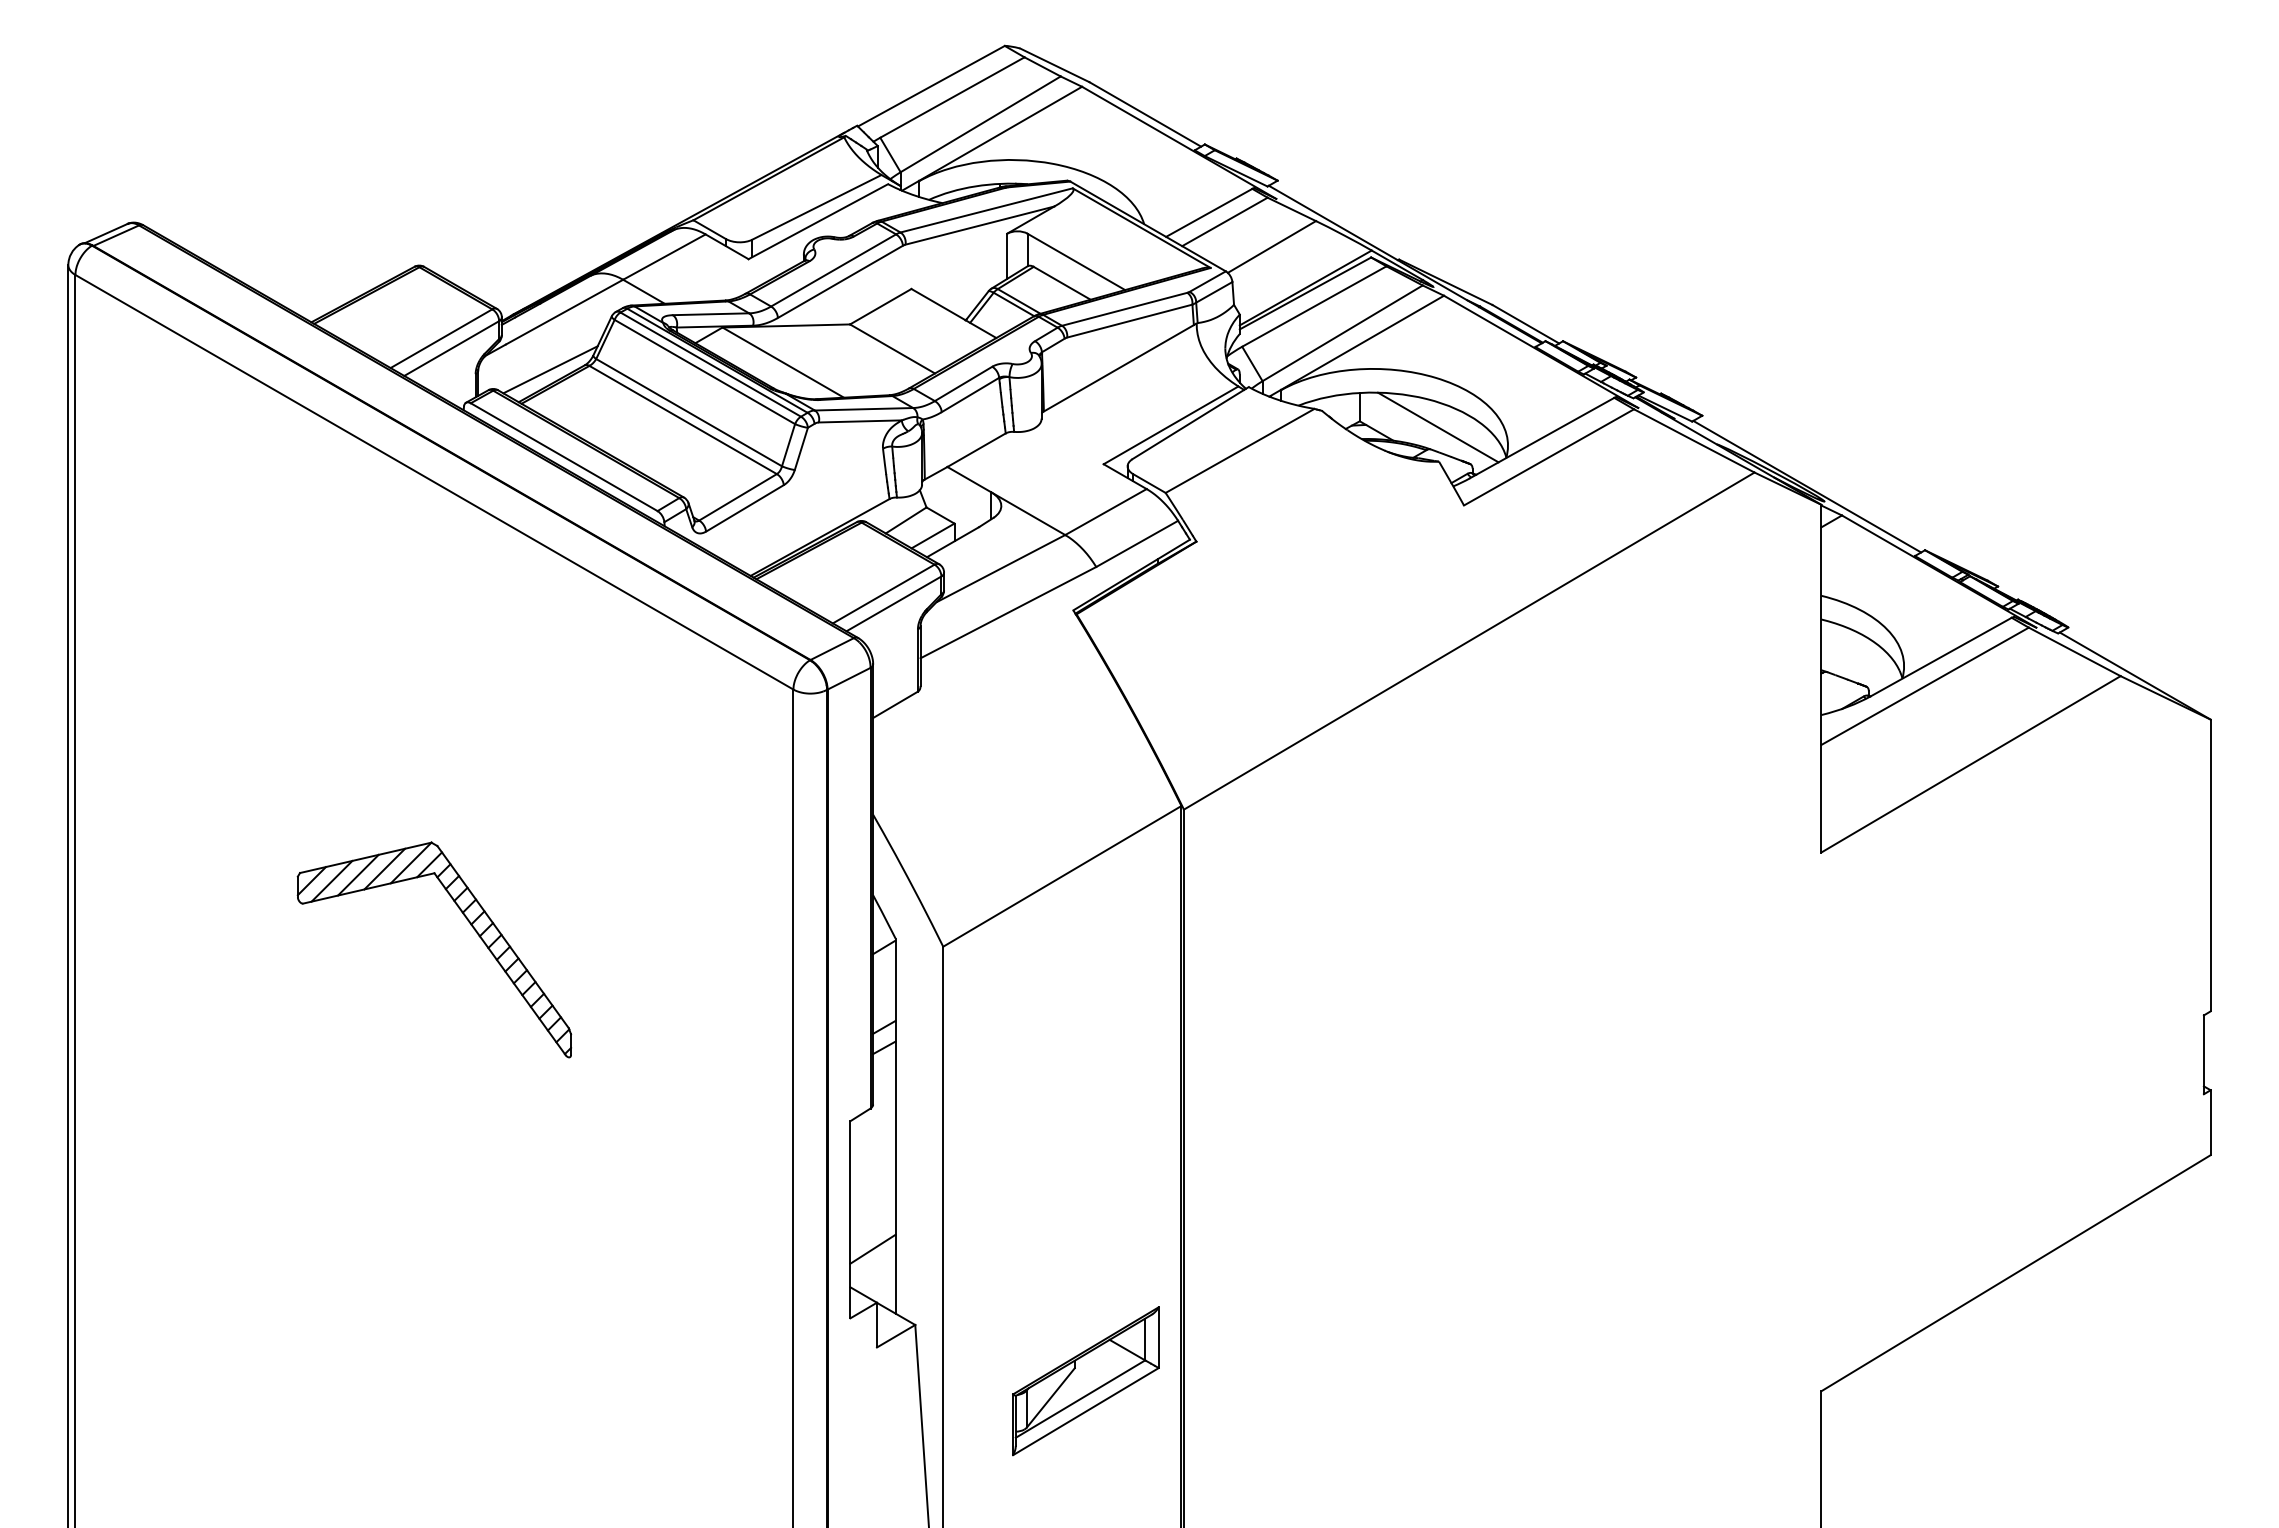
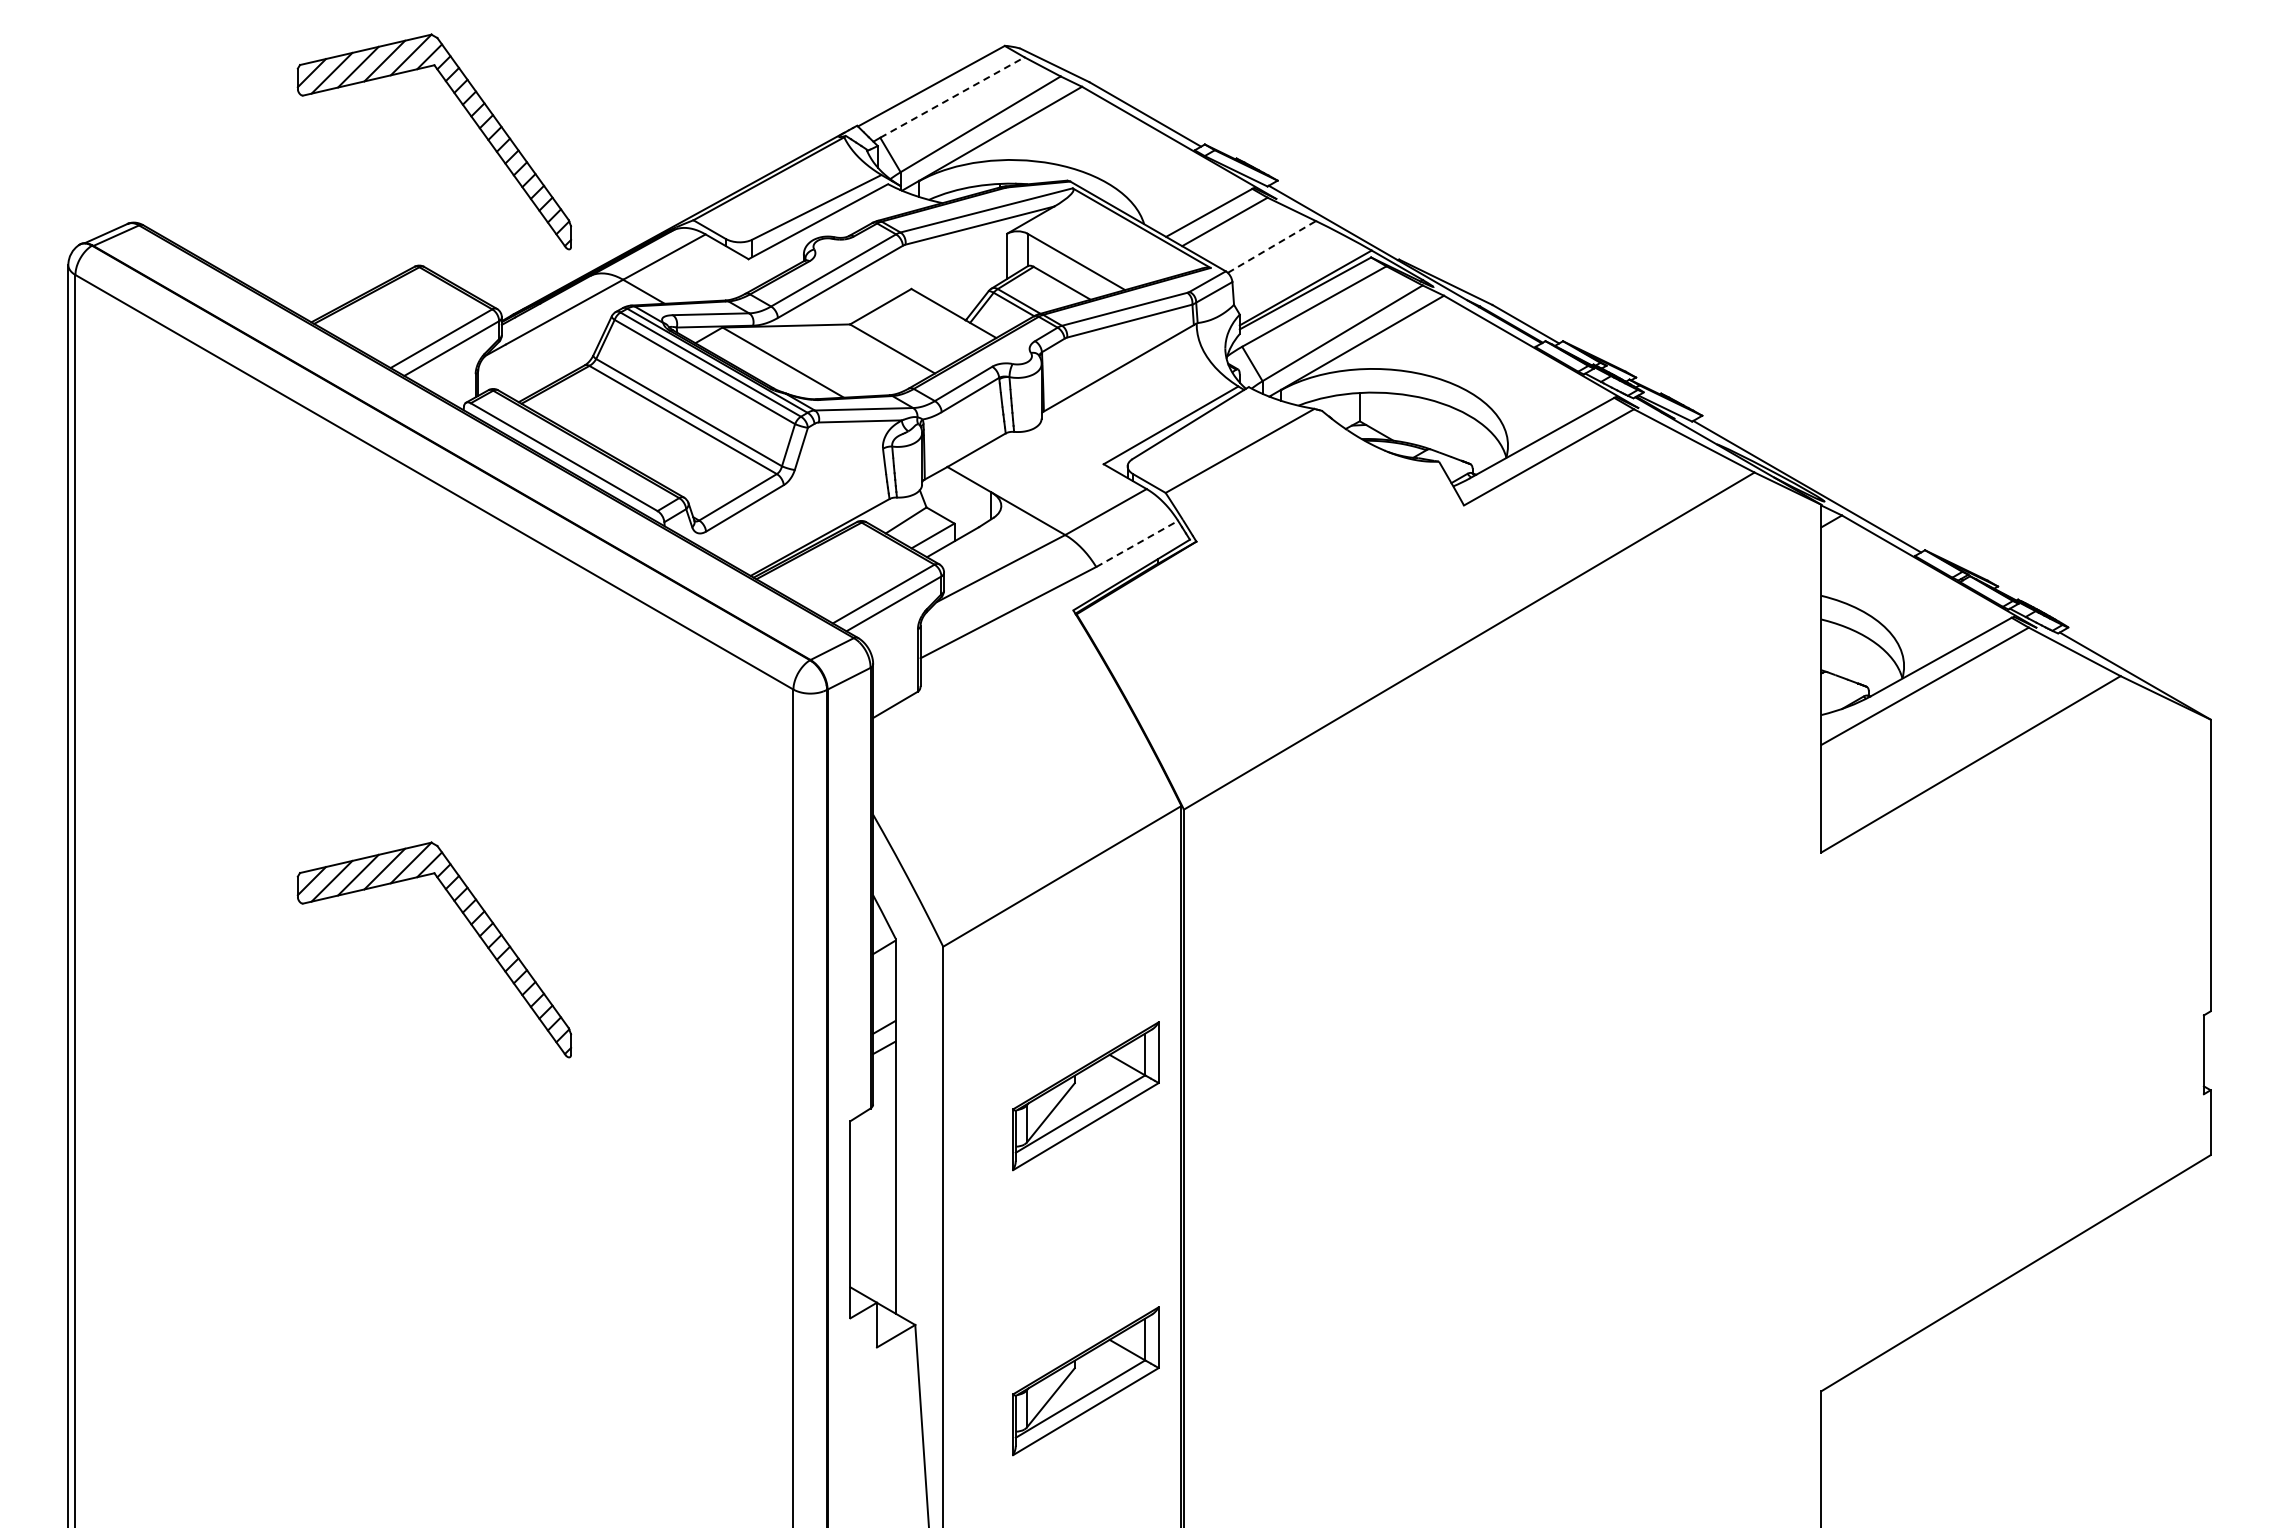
line at (952, 97): solid -> dashed
part at (470, 117): none -> present
line at (1272, 246): solid -> dashed
line at (550, 369): present -> none
line at (1438, 427): present -> none
line at (1137, 543): solid -> dashed
part at (1085, 1096): none -> present
line at (872, 1248): present -> none
